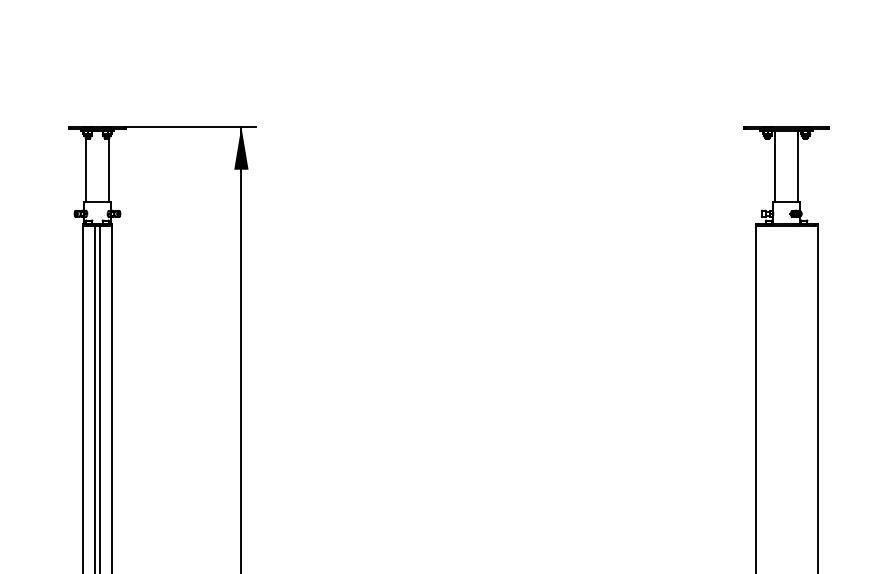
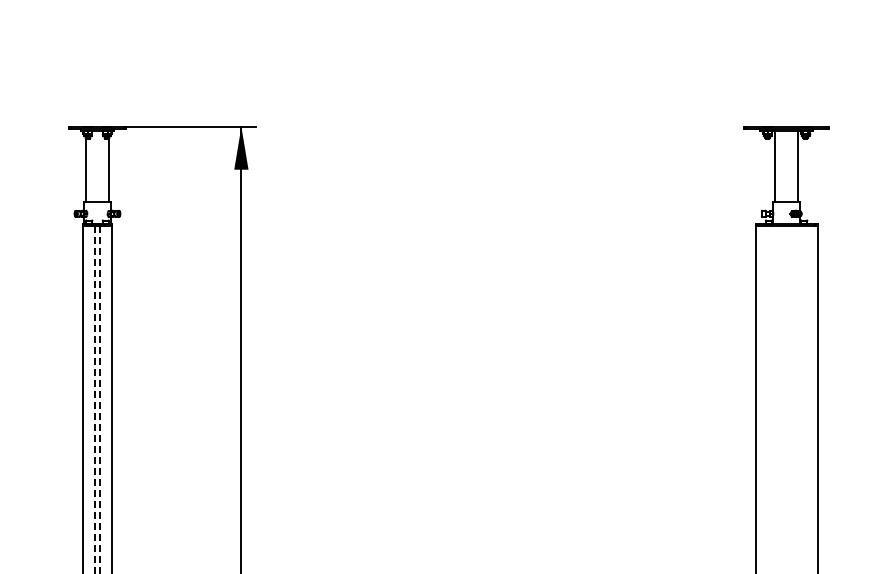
line at (94, 399): solid -> dashed
line at (100, 399): solid -> dashed
